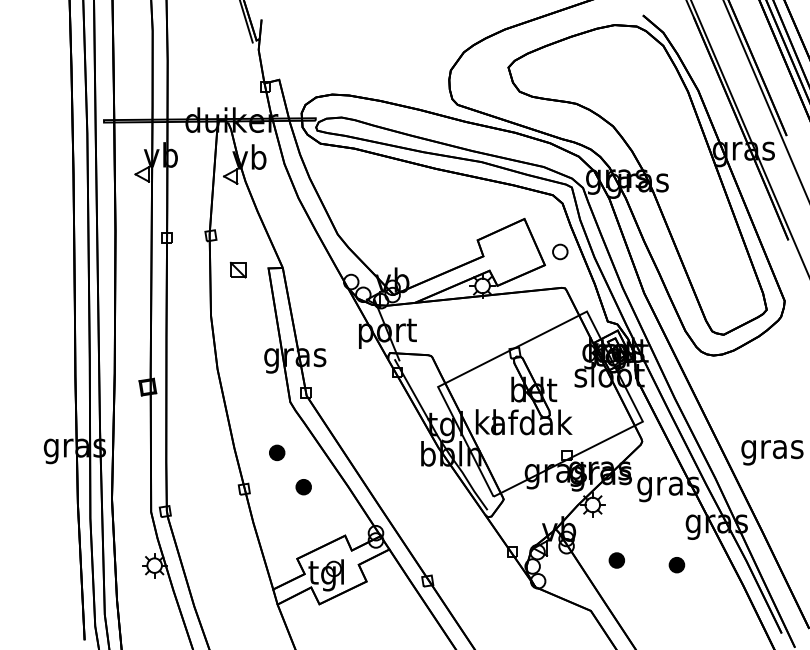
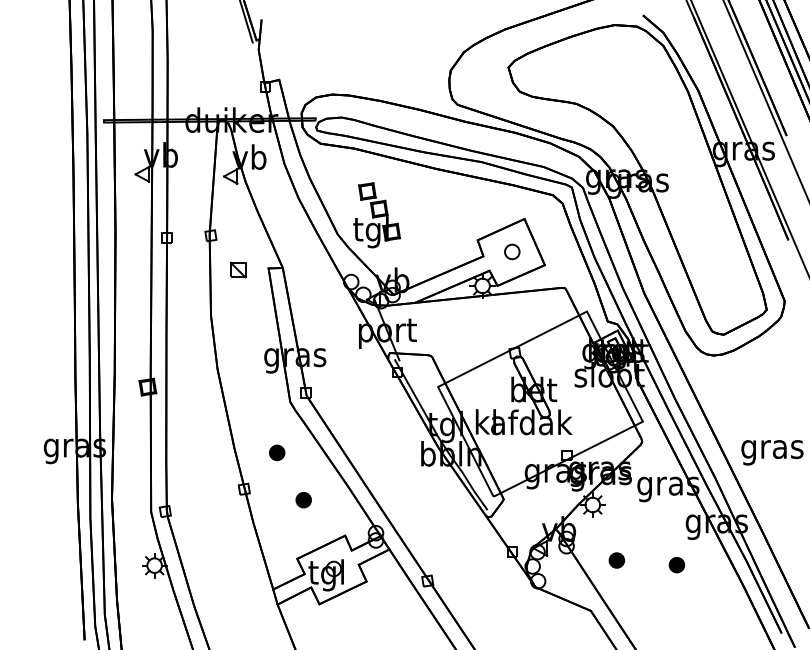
part at (376, 215): none -> present
part at (560, 251) position: (560, 251) -> (512, 251)
part at (303, 487) position: (303, 487) -> (303, 500)
